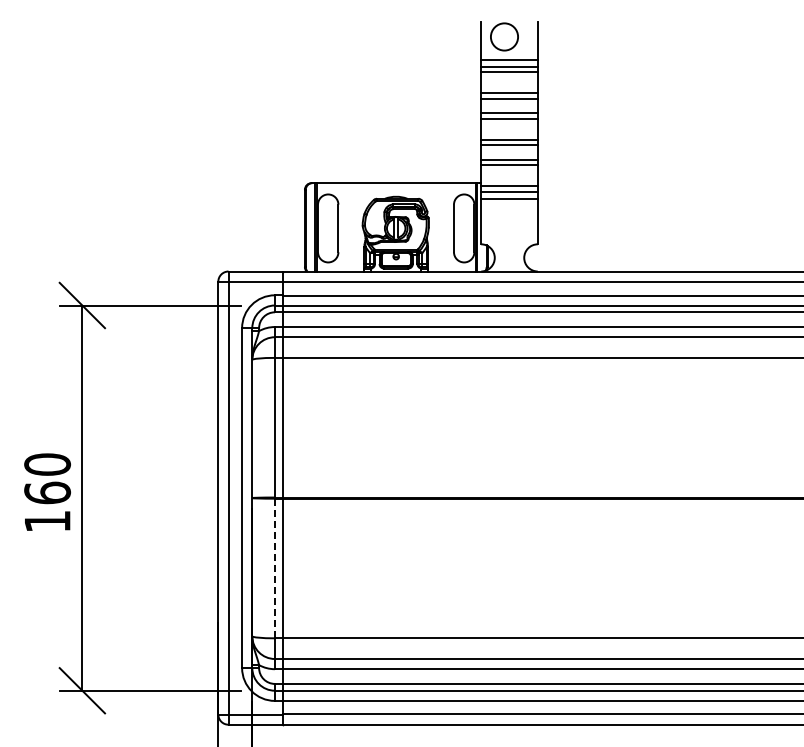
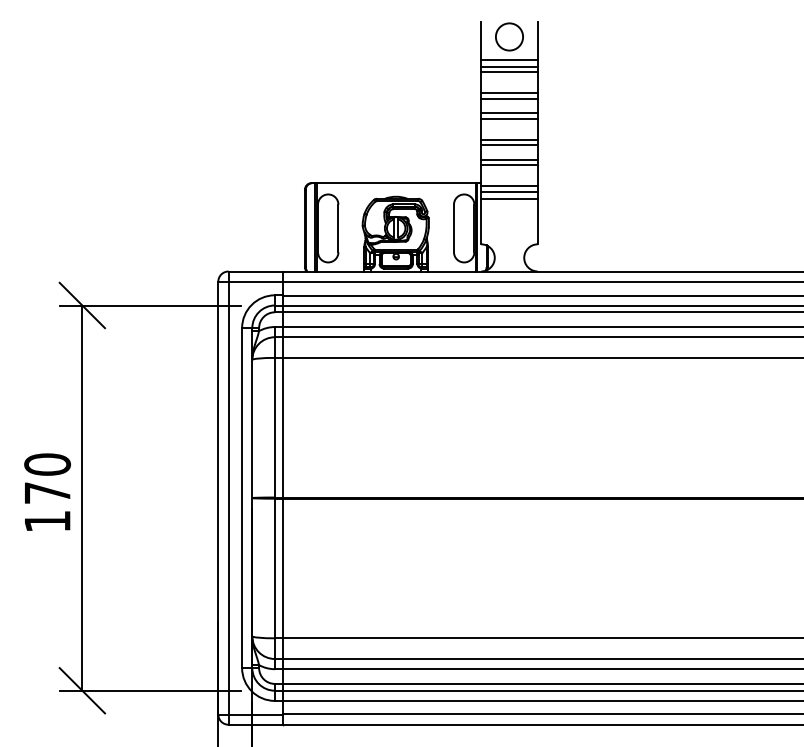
circle at (504, 36) position: (504, 36) -> (509, 36)
text at (47, 492): 160 -> 170
line at (274, 568): dashed -> solid
